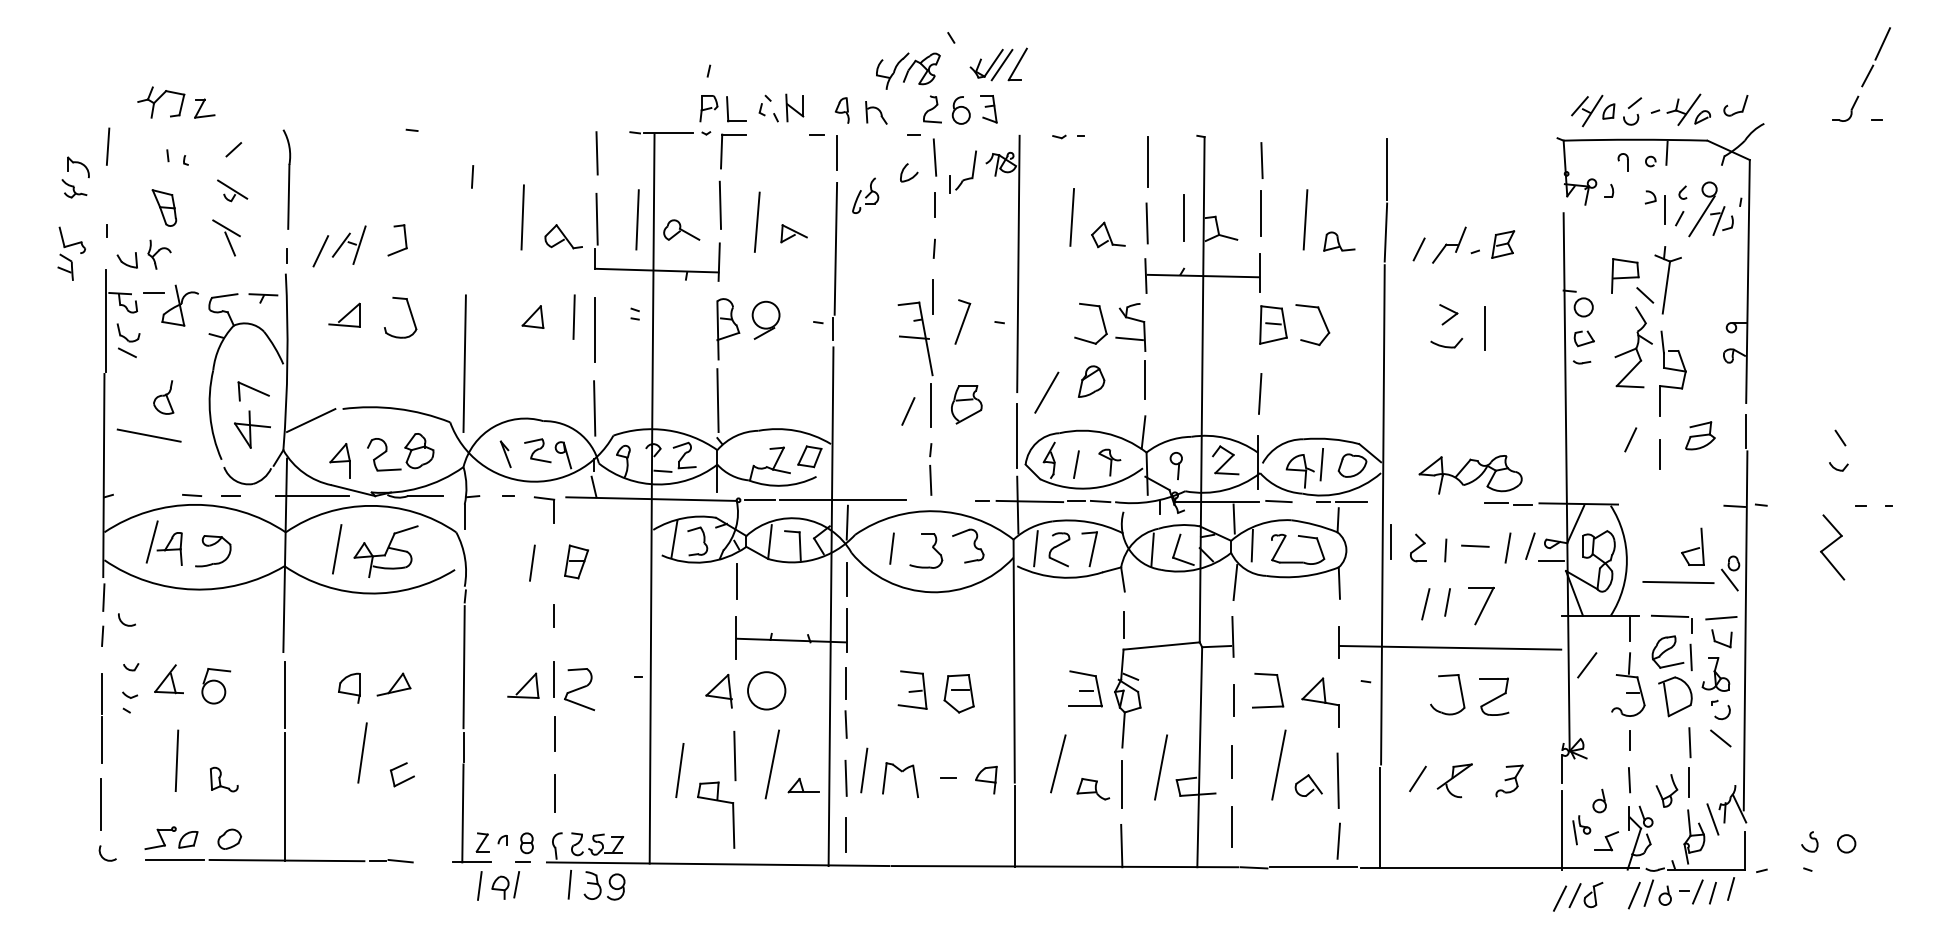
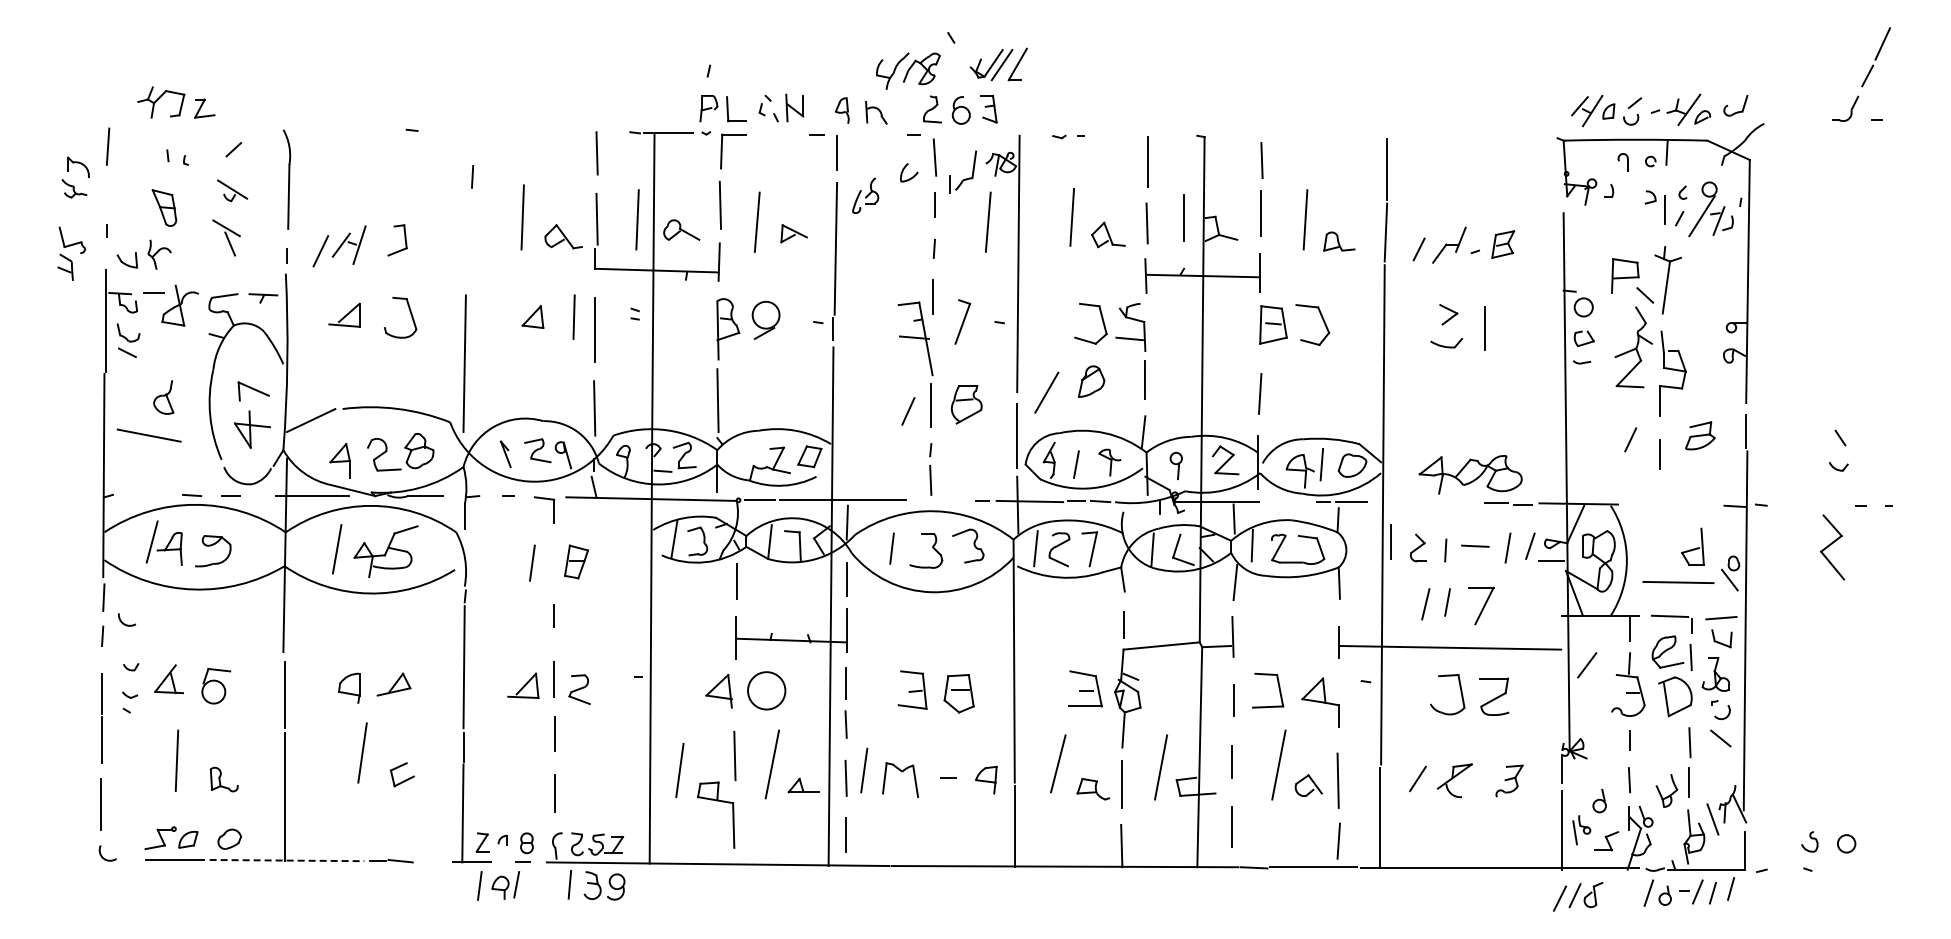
line at (988, 221): none -> present
line at (1278, 501): present -> none
part at (579, 689) size: 32x44 px -> 23x31 px
line at (287, 860): solid -> dashed
line at (1633, 895): present -> none
